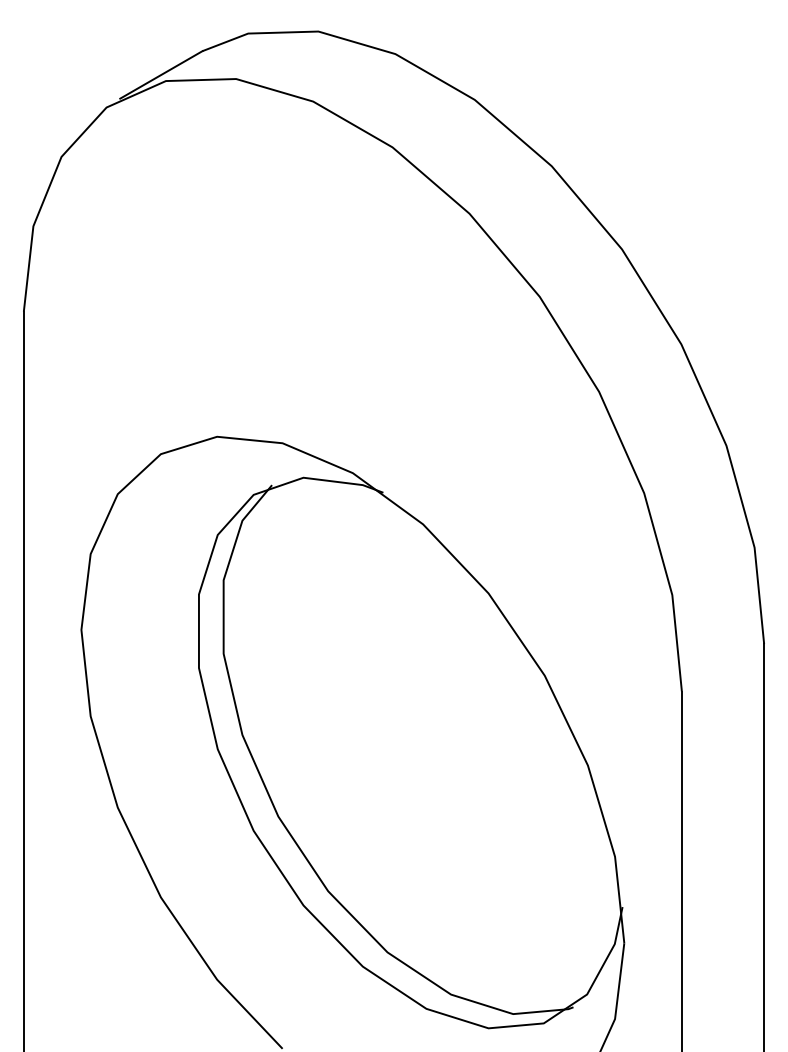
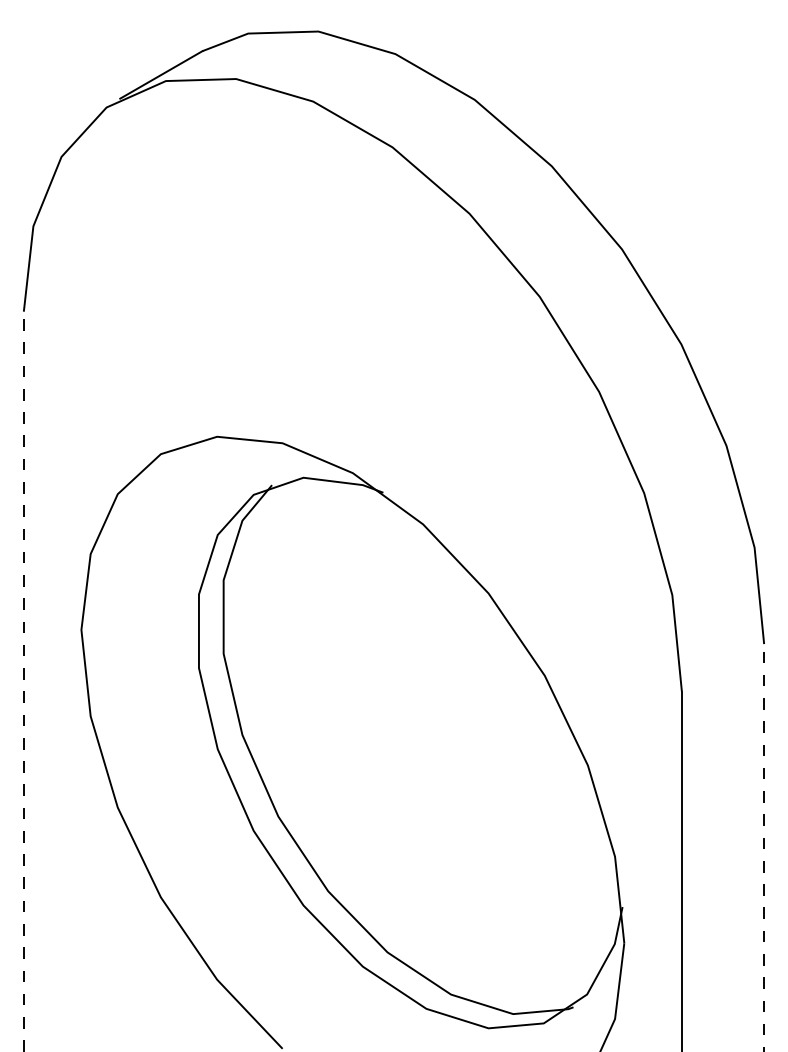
line at (23, 681): solid -> dashed
line at (764, 847): solid -> dashed
